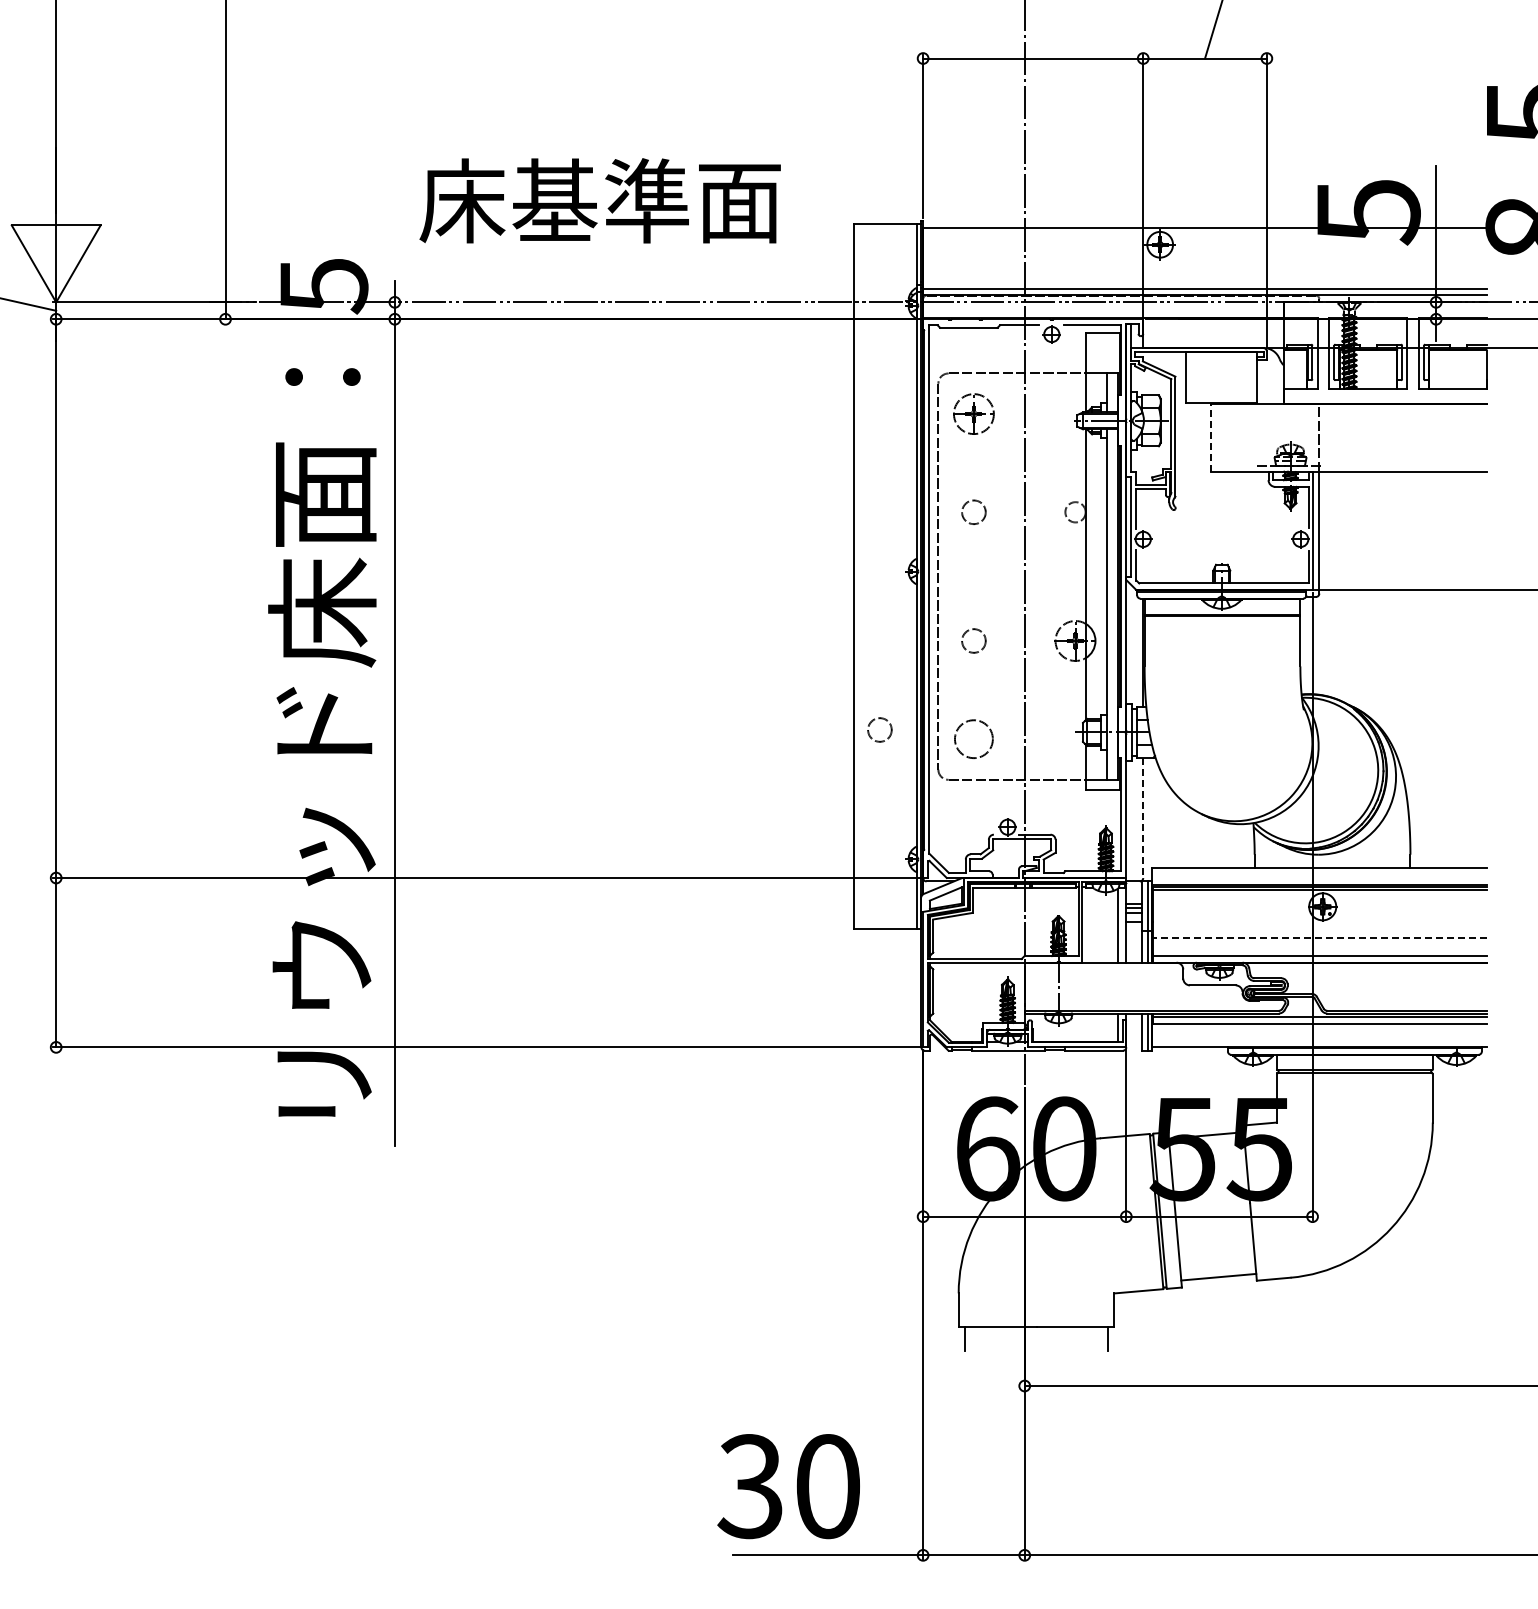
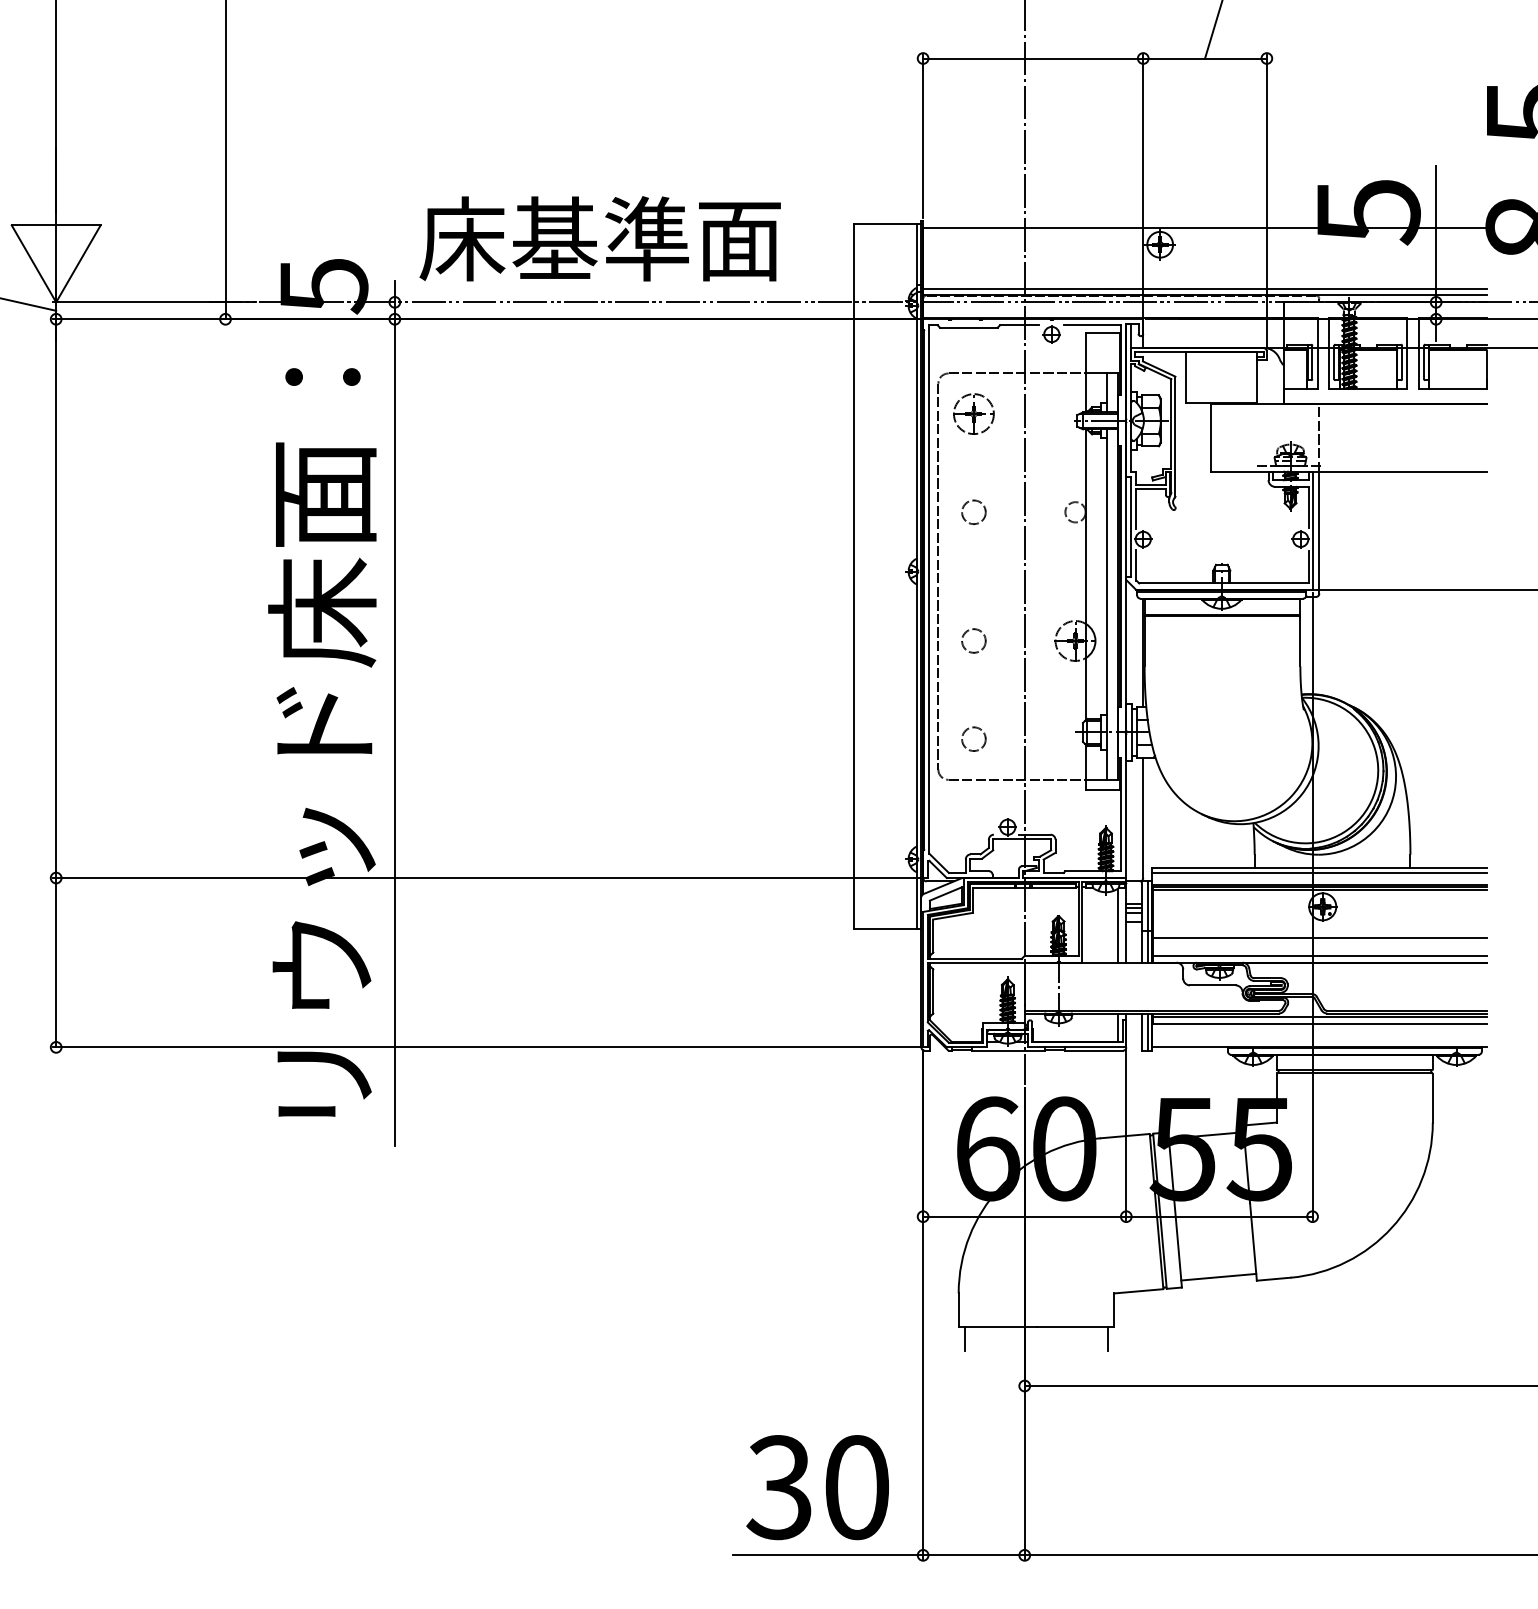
text at (599, 200) position: (599, 200) -> (599, 238)
line at (1210, 437): dashed -> solid
circle at (879, 729): present -> none
circle at (973, 739) diameter: 38 px -> 24 px
line at (1143, 818): dashed -> solid
line at (1318, 872): none -> present
line at (1320, 938): dashed -> solid
text at (788, 1486) position: (788, 1486) -> (817, 1487)
